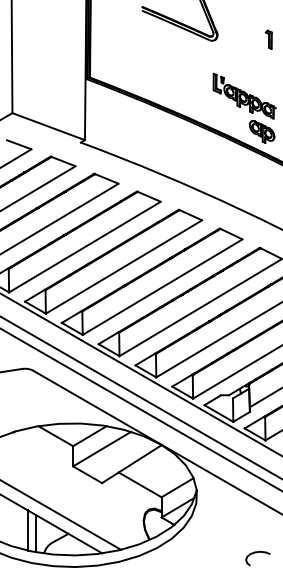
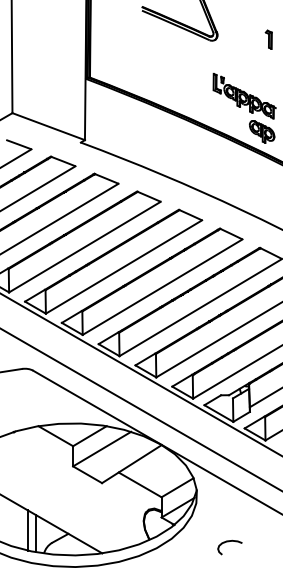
line at (140, 397): present -> none
line at (61, 515): present -> none
curve at (256, 553) position: (256, 553) -> (228, 542)
